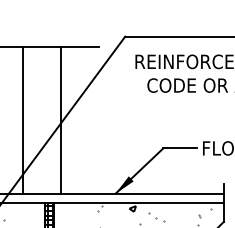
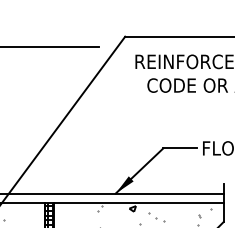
line at (22, 120): present -> none
line at (60, 120): present -> none
